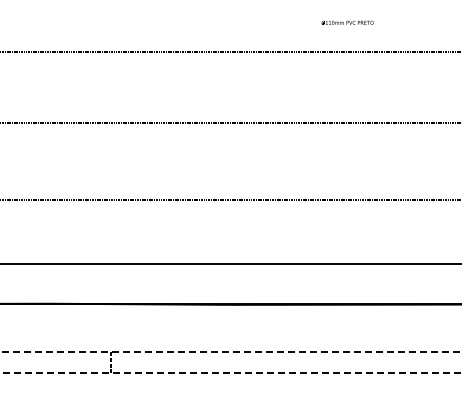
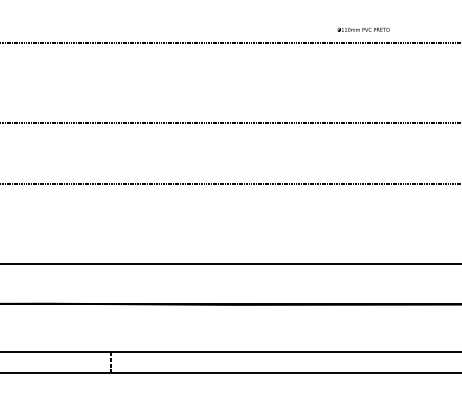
text at (347, 22) position: (347, 22) -> (363, 29)
line at (230, 51) position: (230, 51) -> (230, 42)
line at (230, 199) position: (230, 199) -> (230, 183)
line at (231, 352): dashed -> solid
line at (231, 373): dashed -> solid
